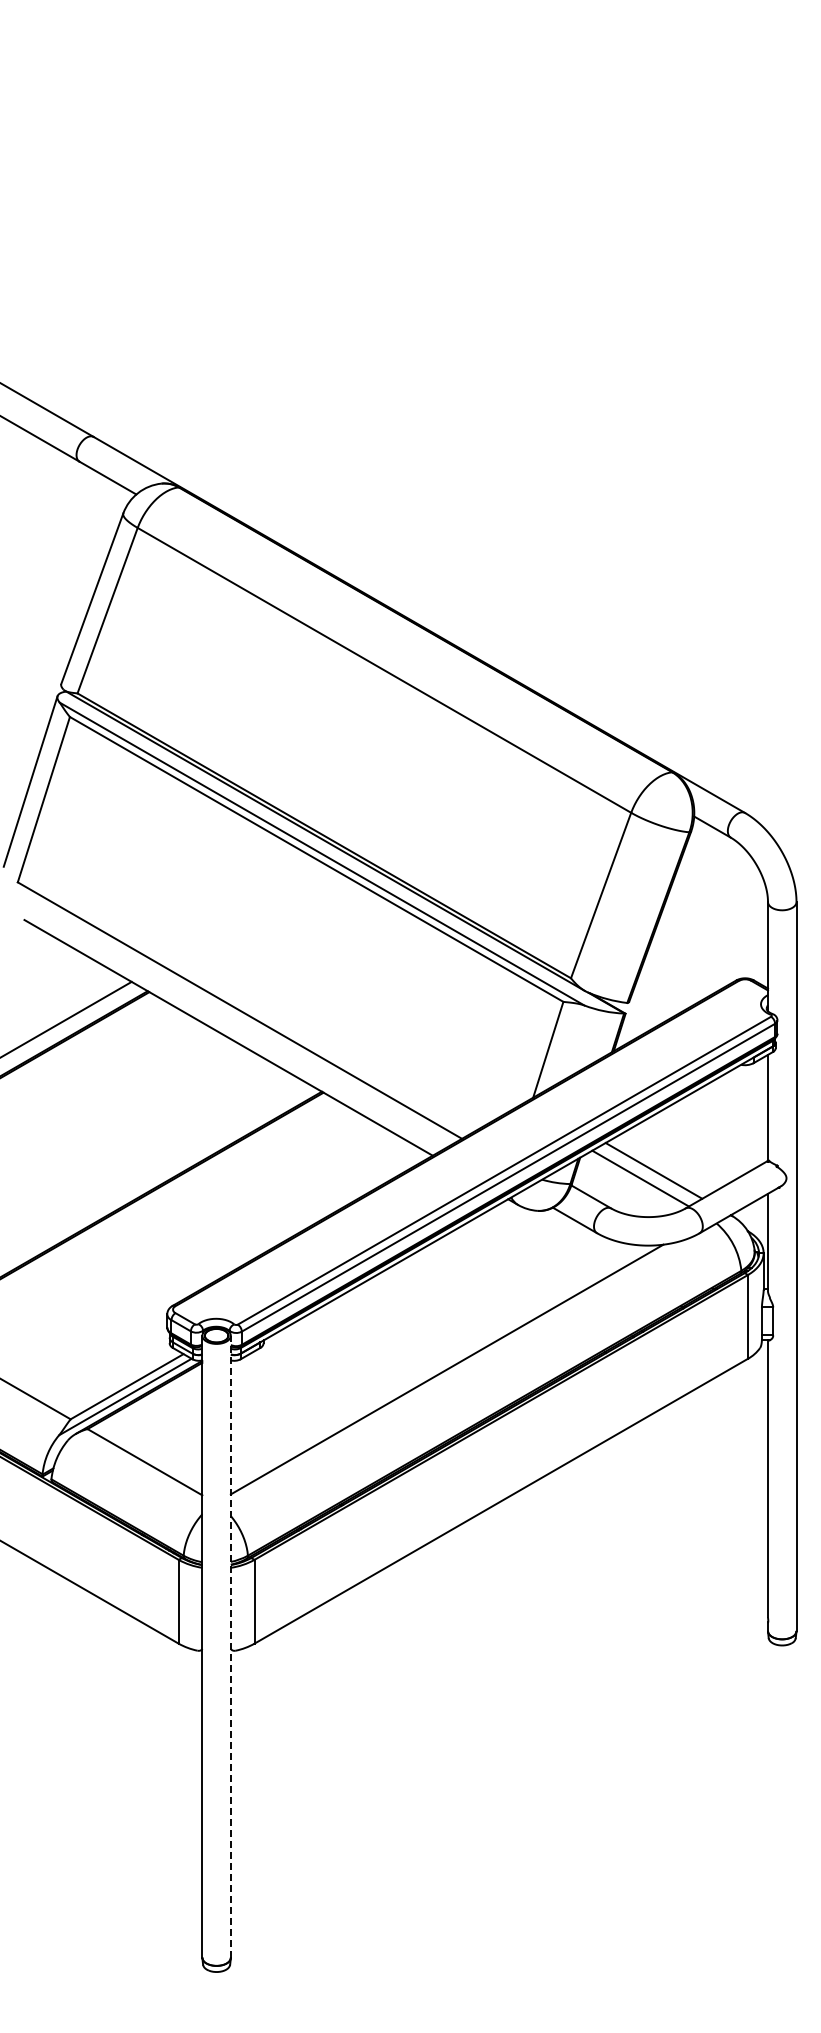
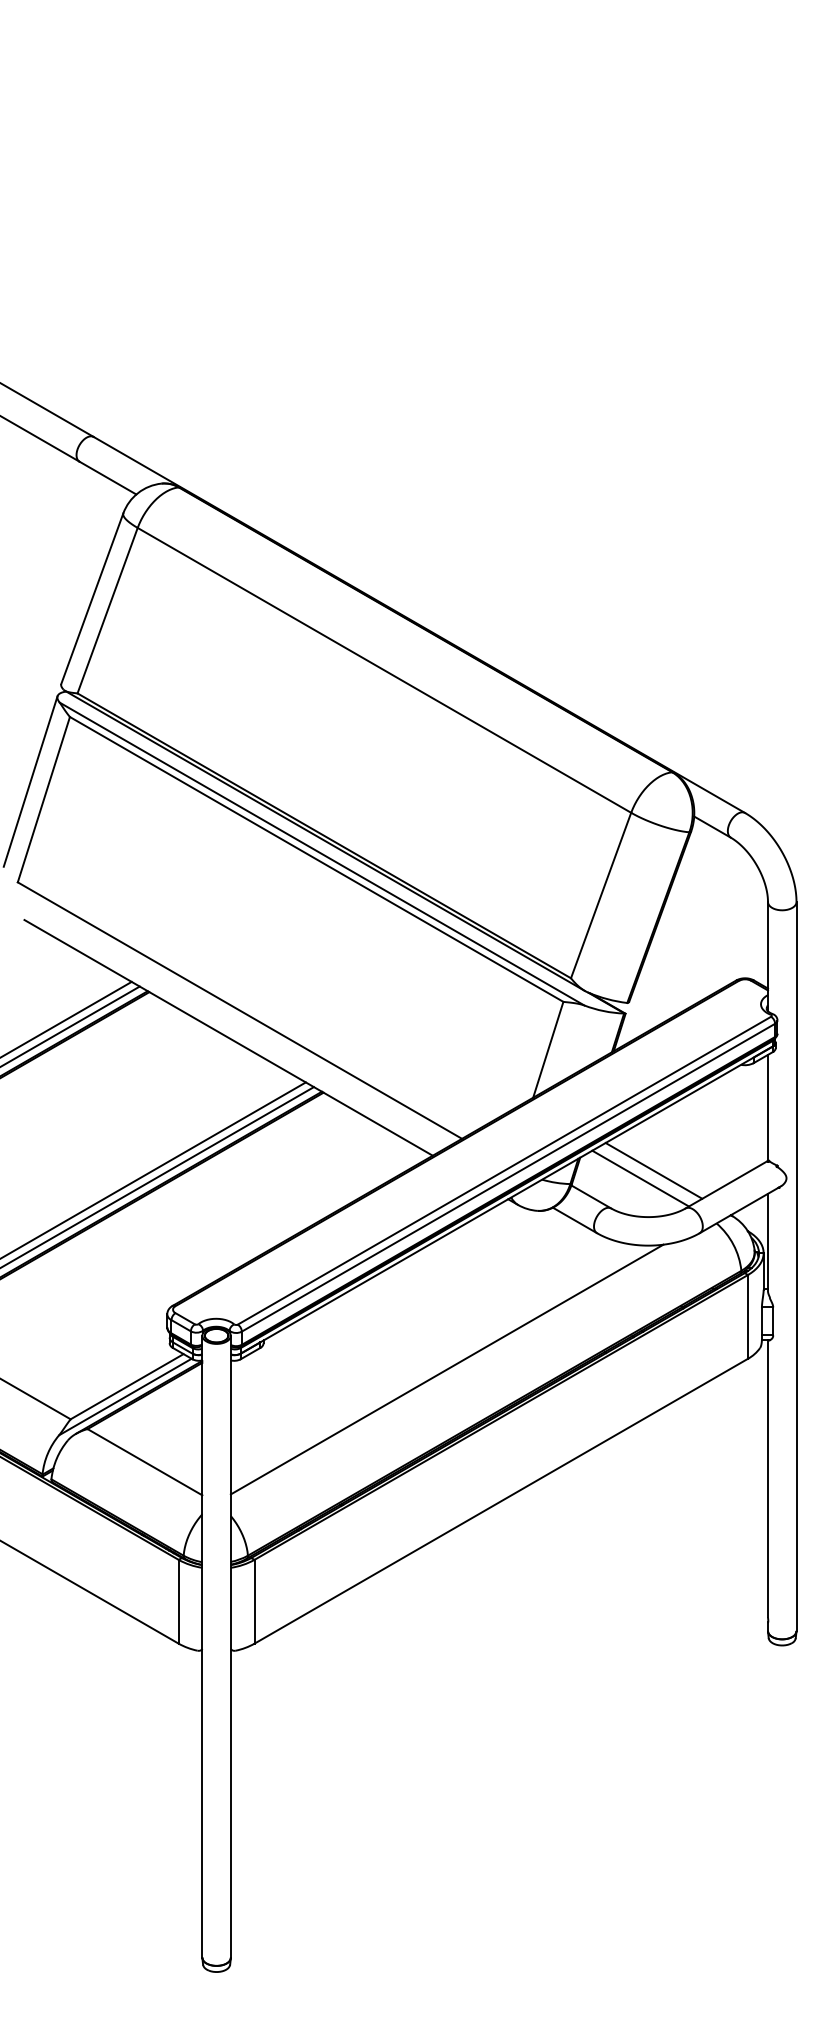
line at (70, 1025): none -> present
line at (153, 1169): none -> present
line at (157, 1176): none -> present
line at (230, 1646): dashed -> solid
